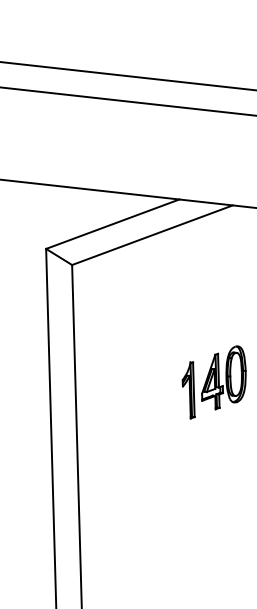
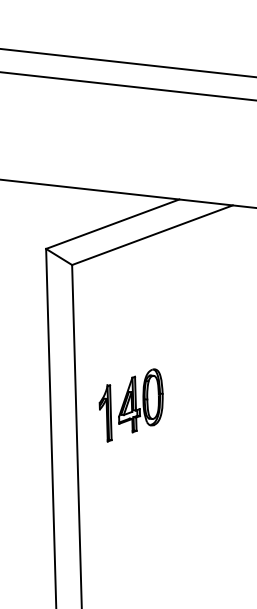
line at (127, 76) position: (127, 76) -> (127, 62)
line at (127, 101) position: (127, 101) -> (127, 86)
part at (213, 382) position: (213, 382) -> (130, 405)
